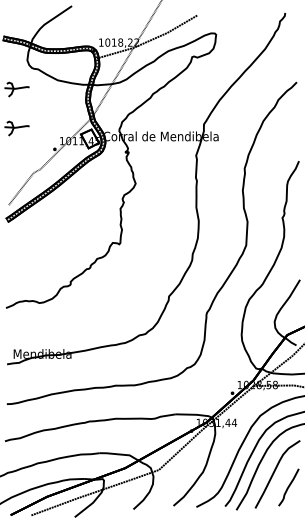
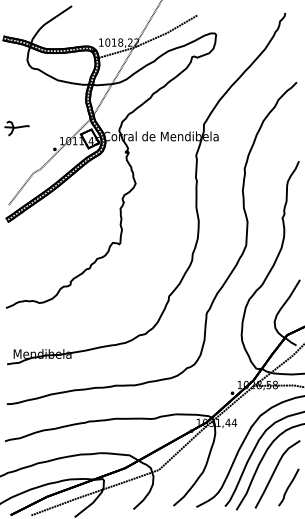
part at (16, 89): present -> none
